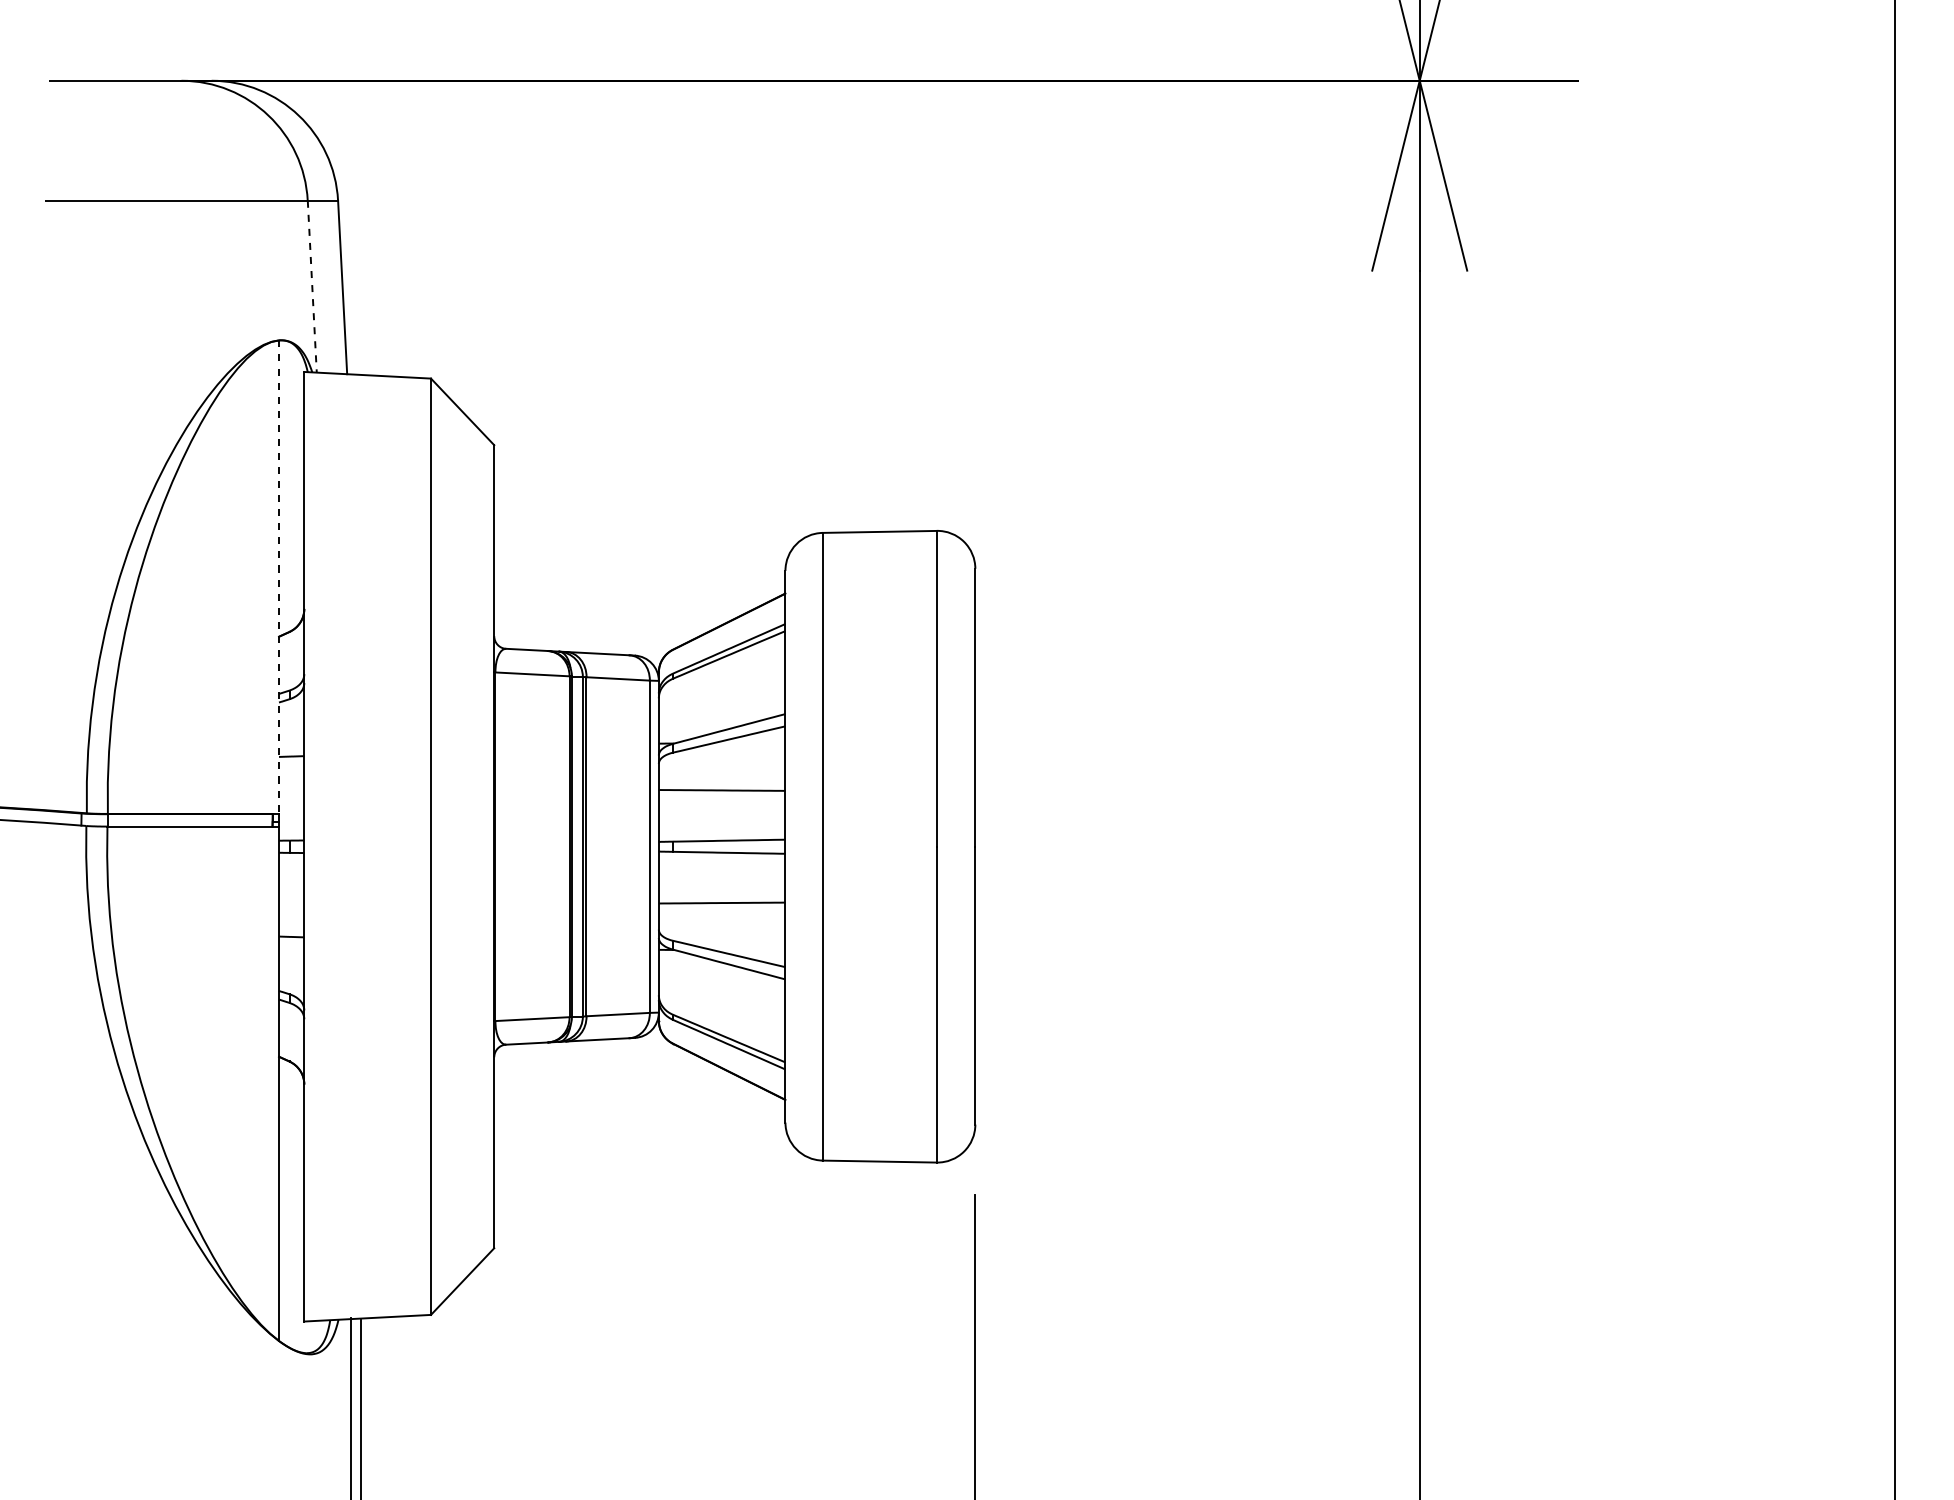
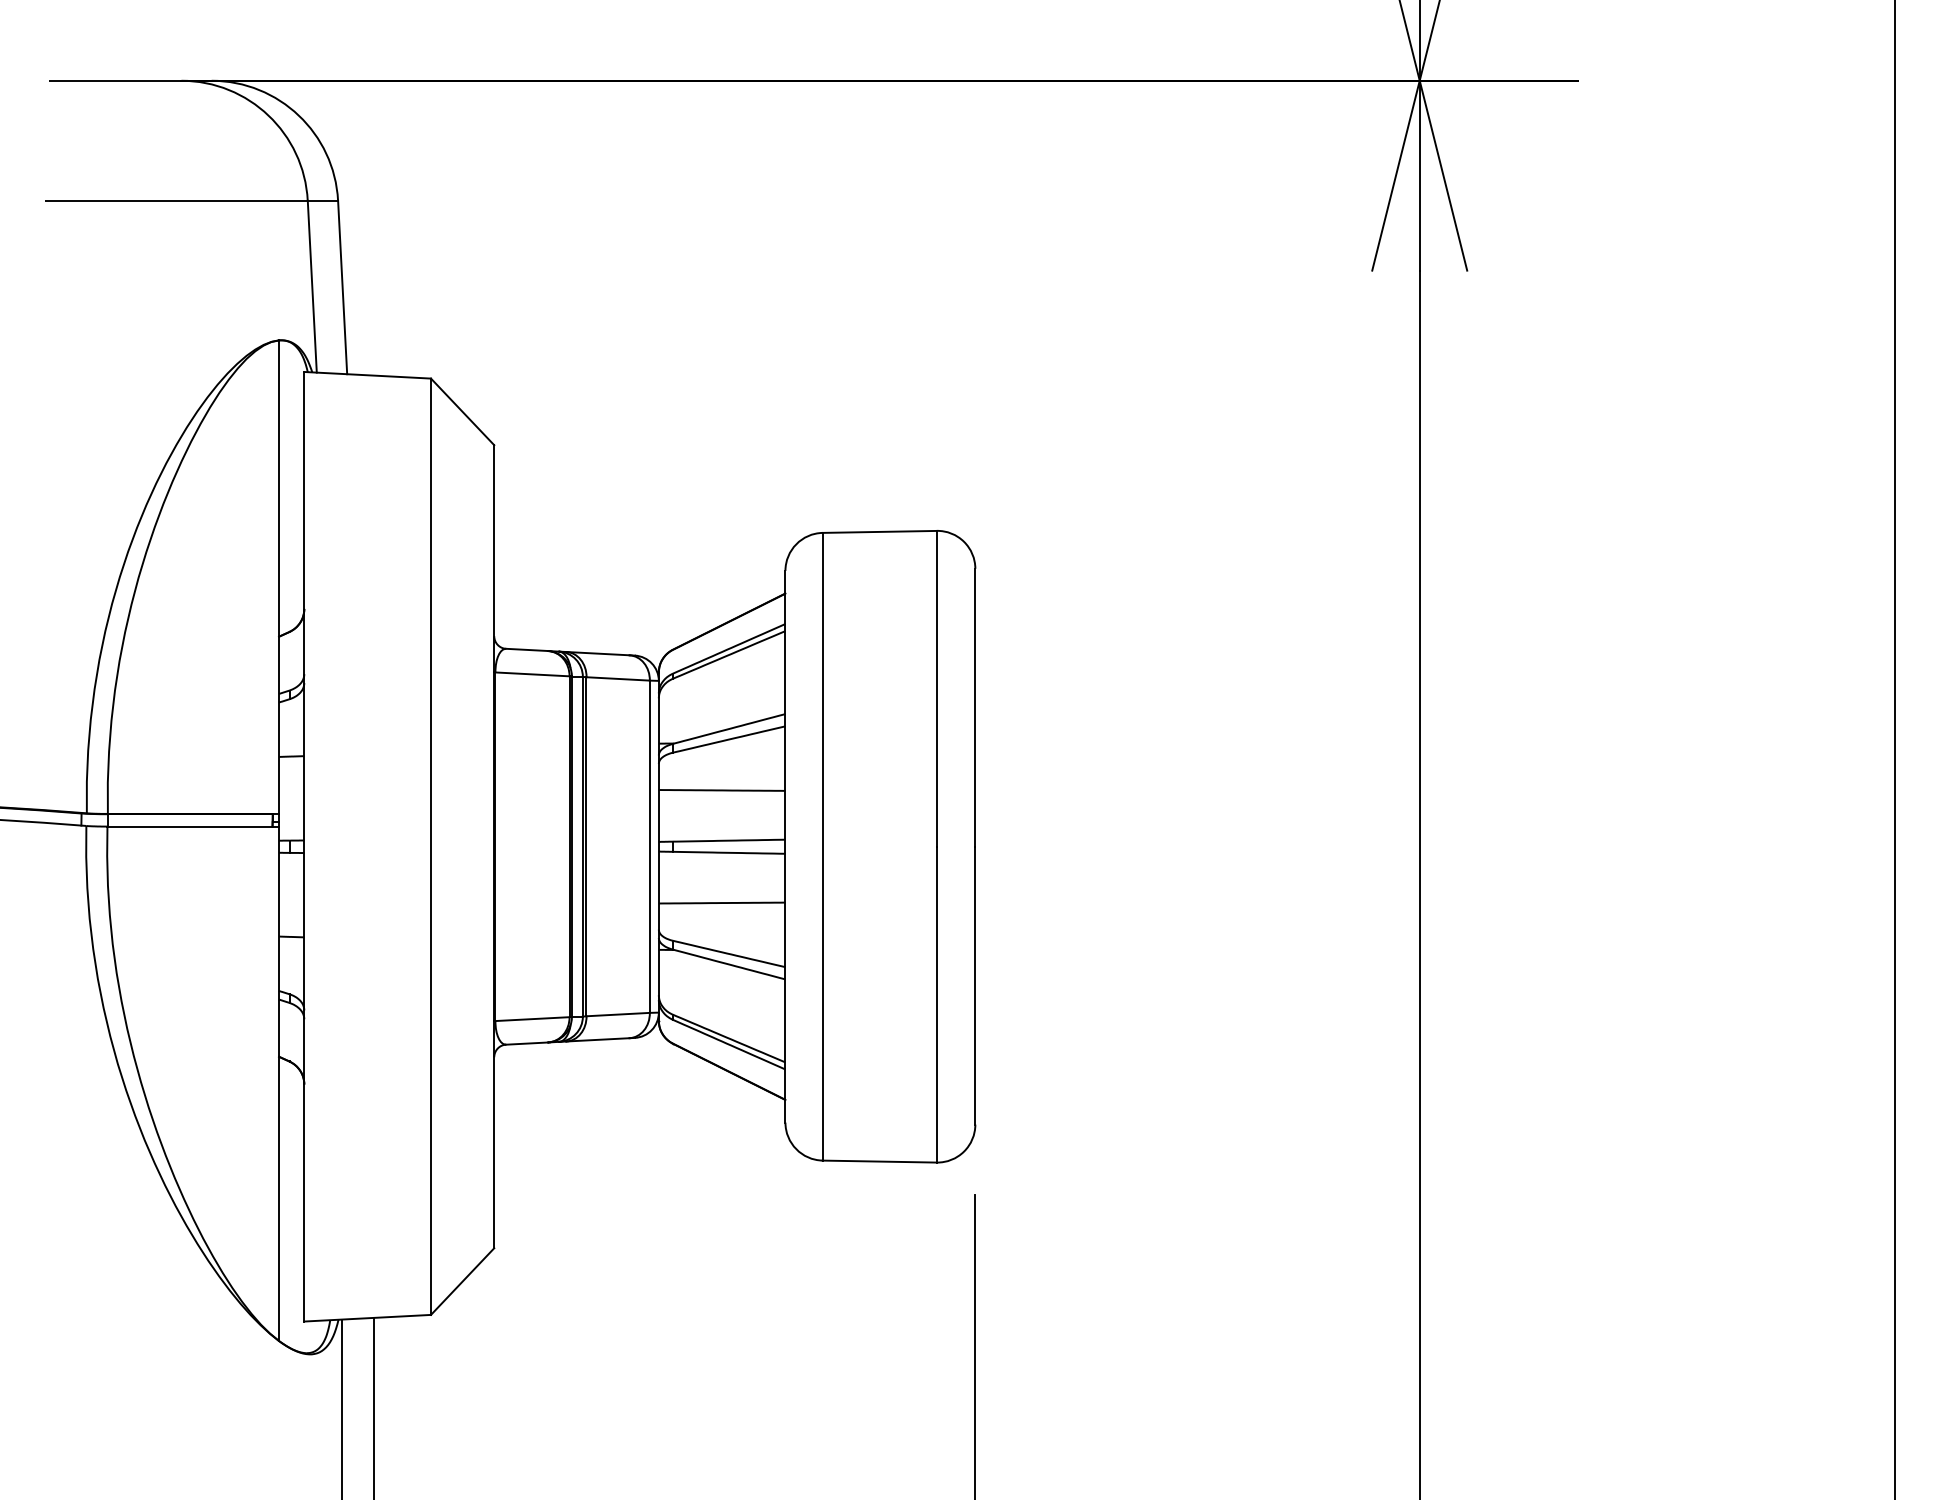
line at (312, 287): dashed -> solid
line at (279, 577): dashed -> solid
line at (350, 1406) position: (350, 1406) -> (373, 1406)
line at (360, 1407) position: (360, 1407) -> (341, 1407)
